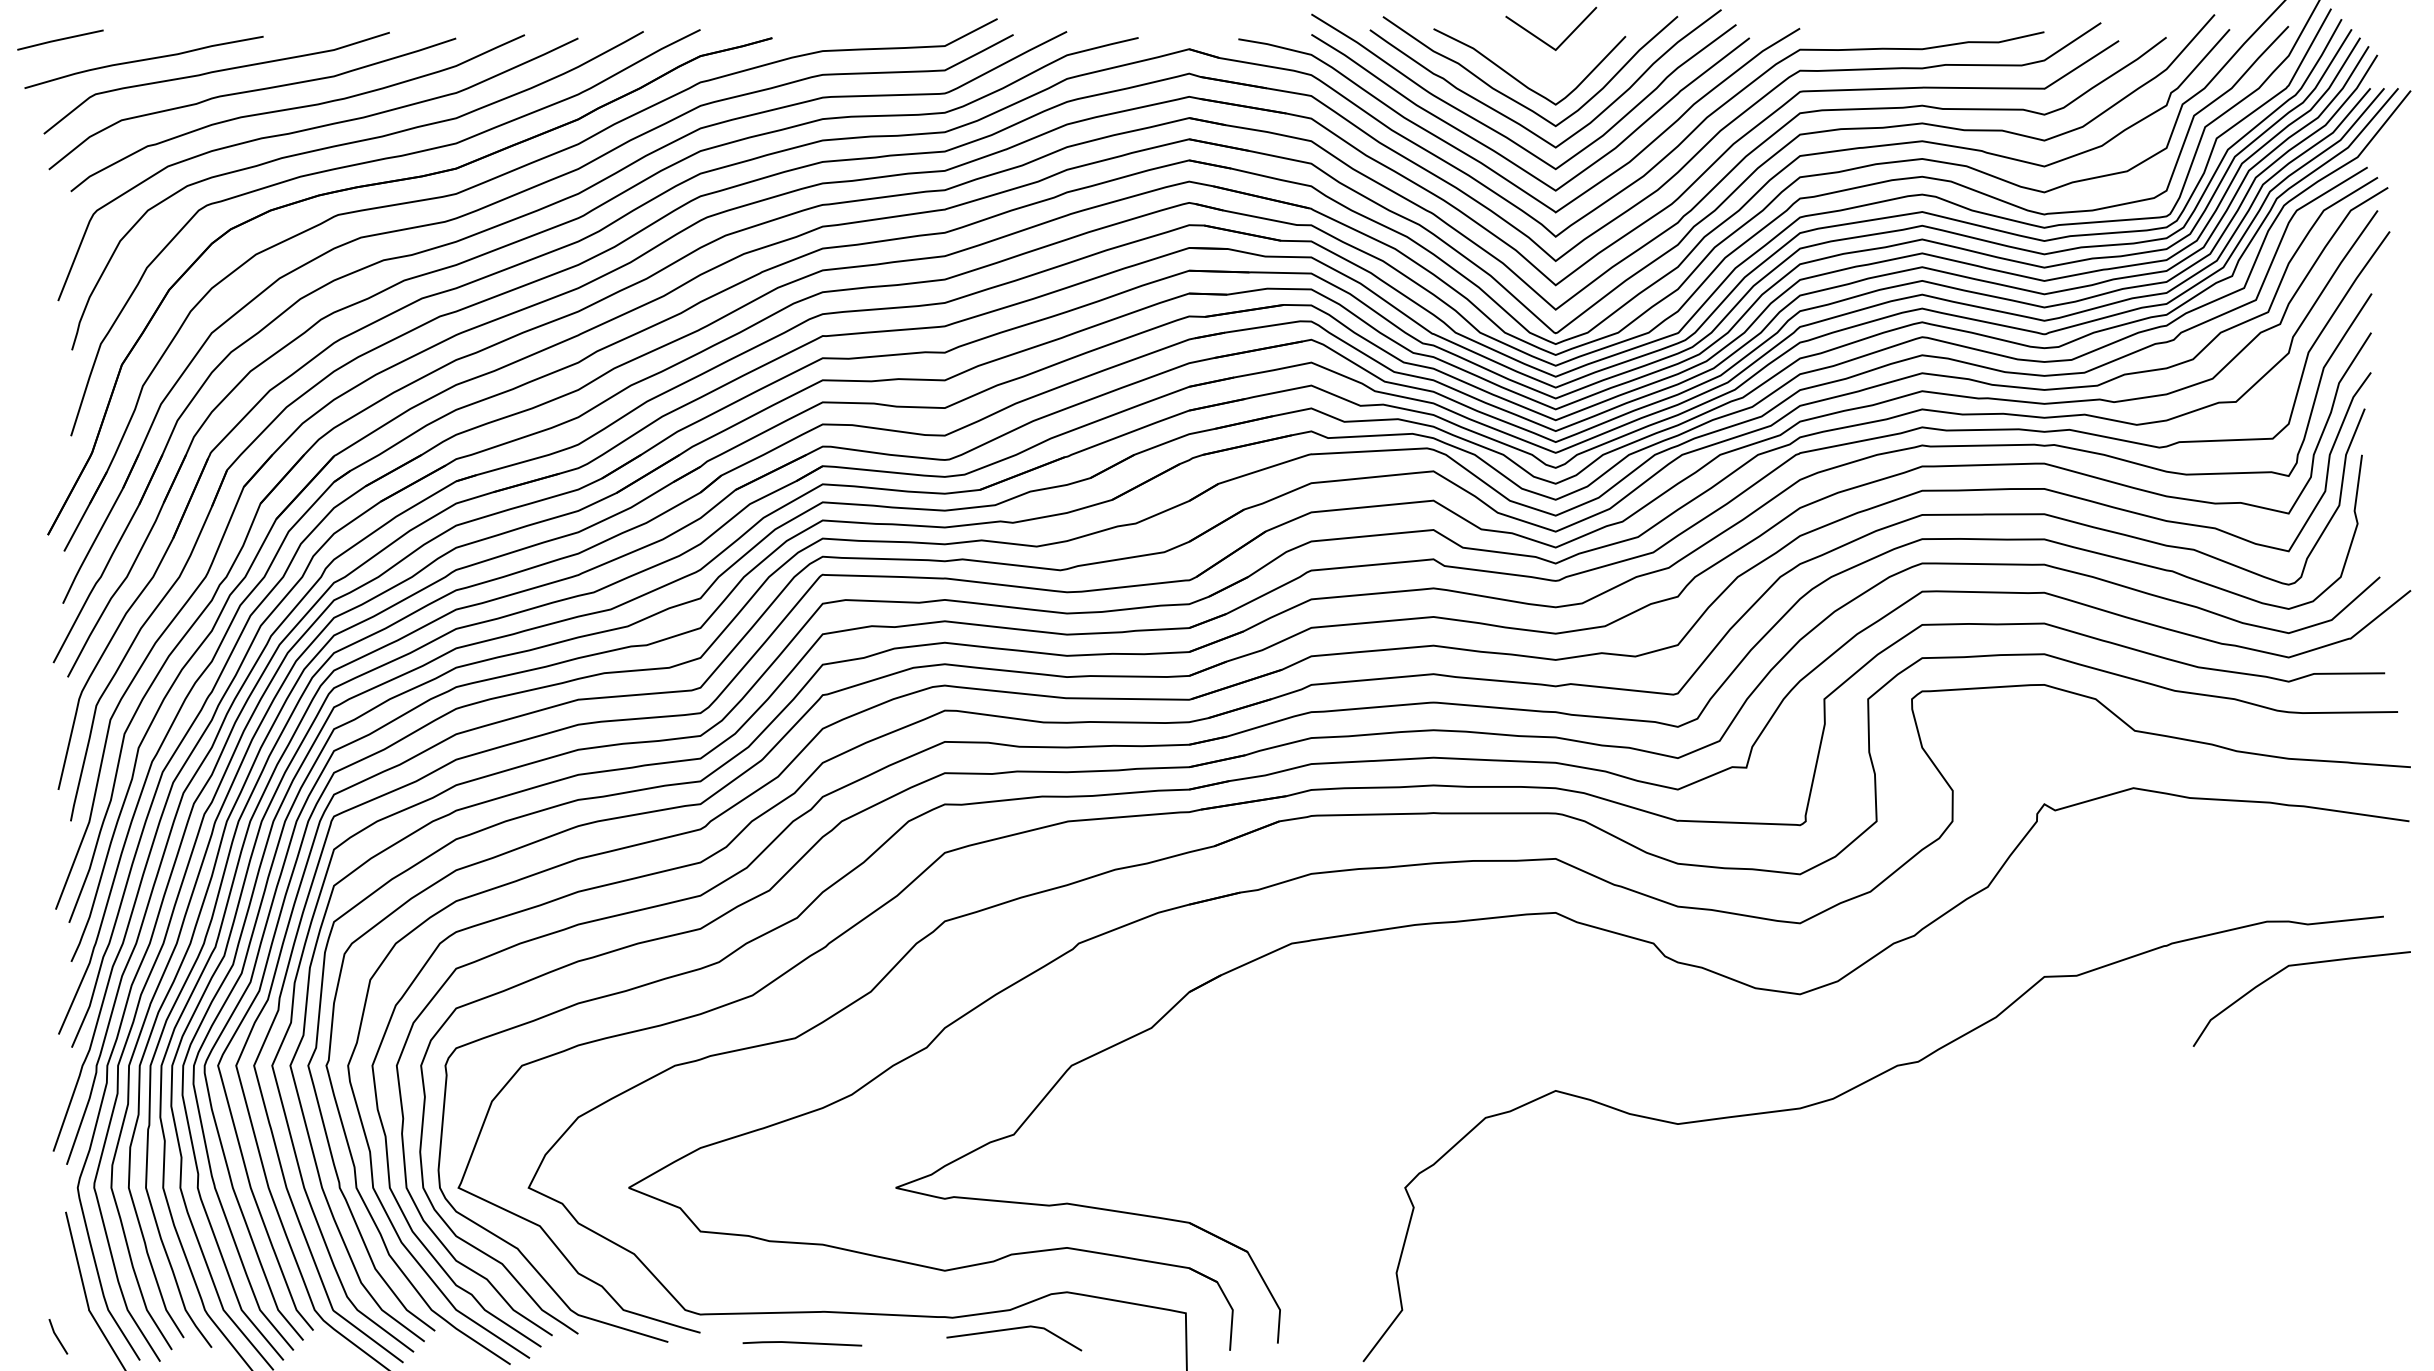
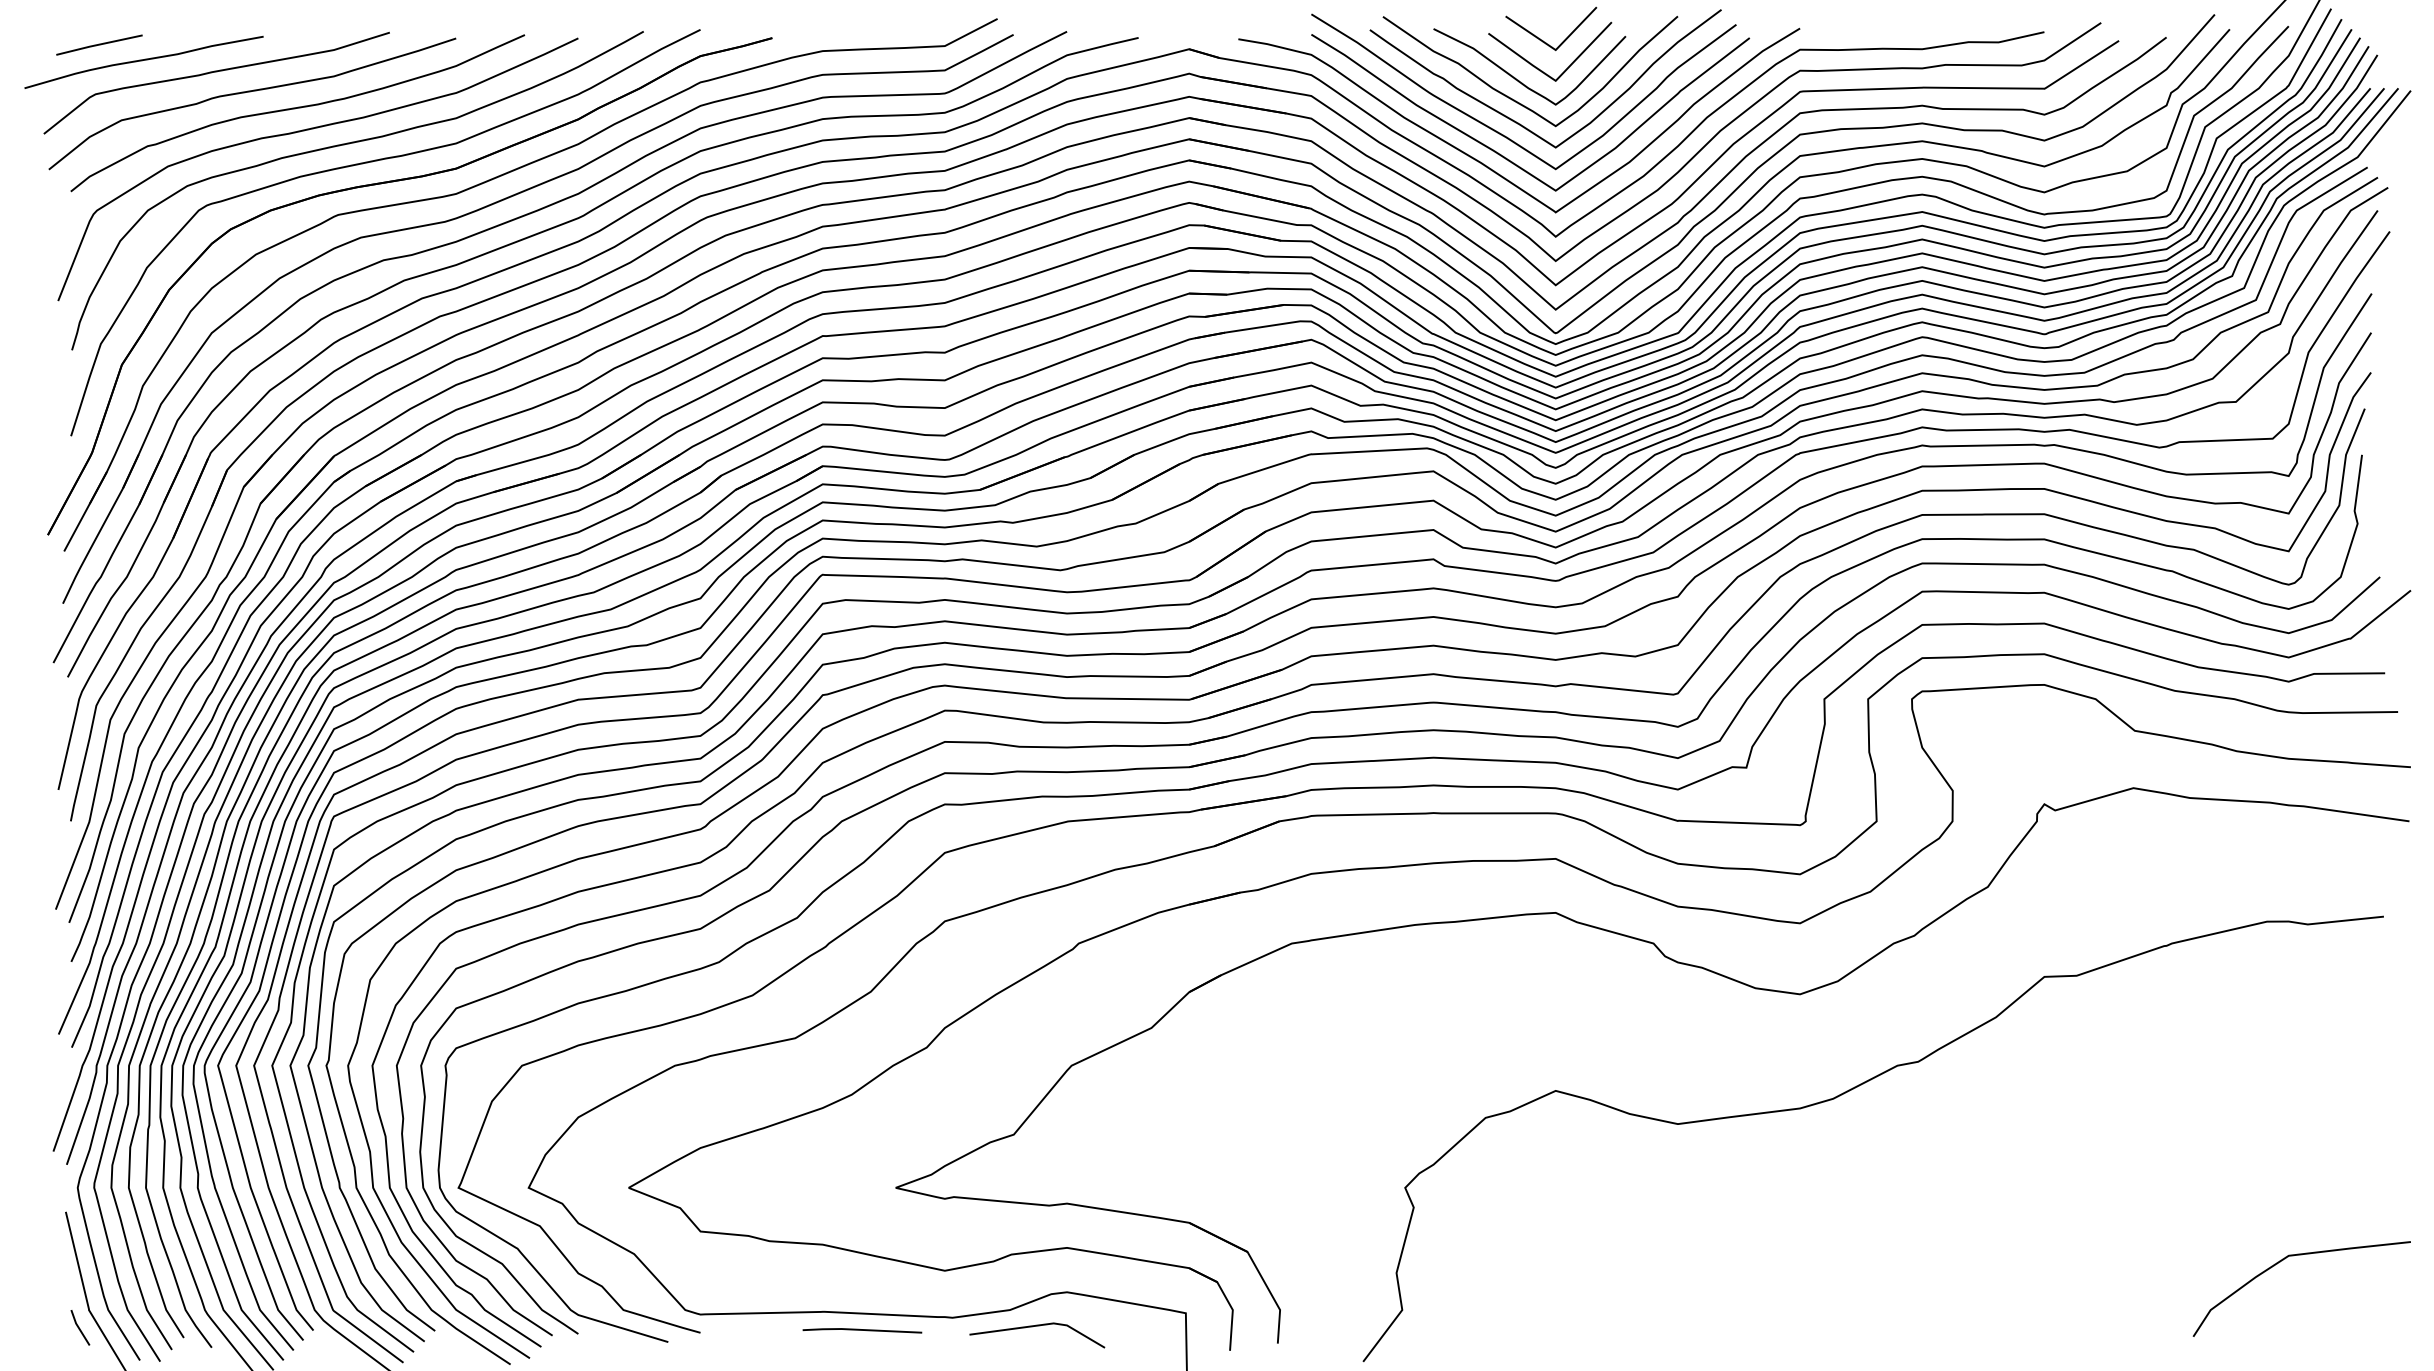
line at (60, 39) position: (60, 39) -> (99, 44)
line at (1539, 68): none -> present
curve at (2293, 966) position: (2293, 966) -> (2293, 1256)
line at (1014, 1329) position: (1014, 1329) -> (1037, 1326)
line at (57, 1336) position: (57, 1336) -> (79, 1327)
line at (802, 1343) position: (802, 1343) -> (862, 1330)
